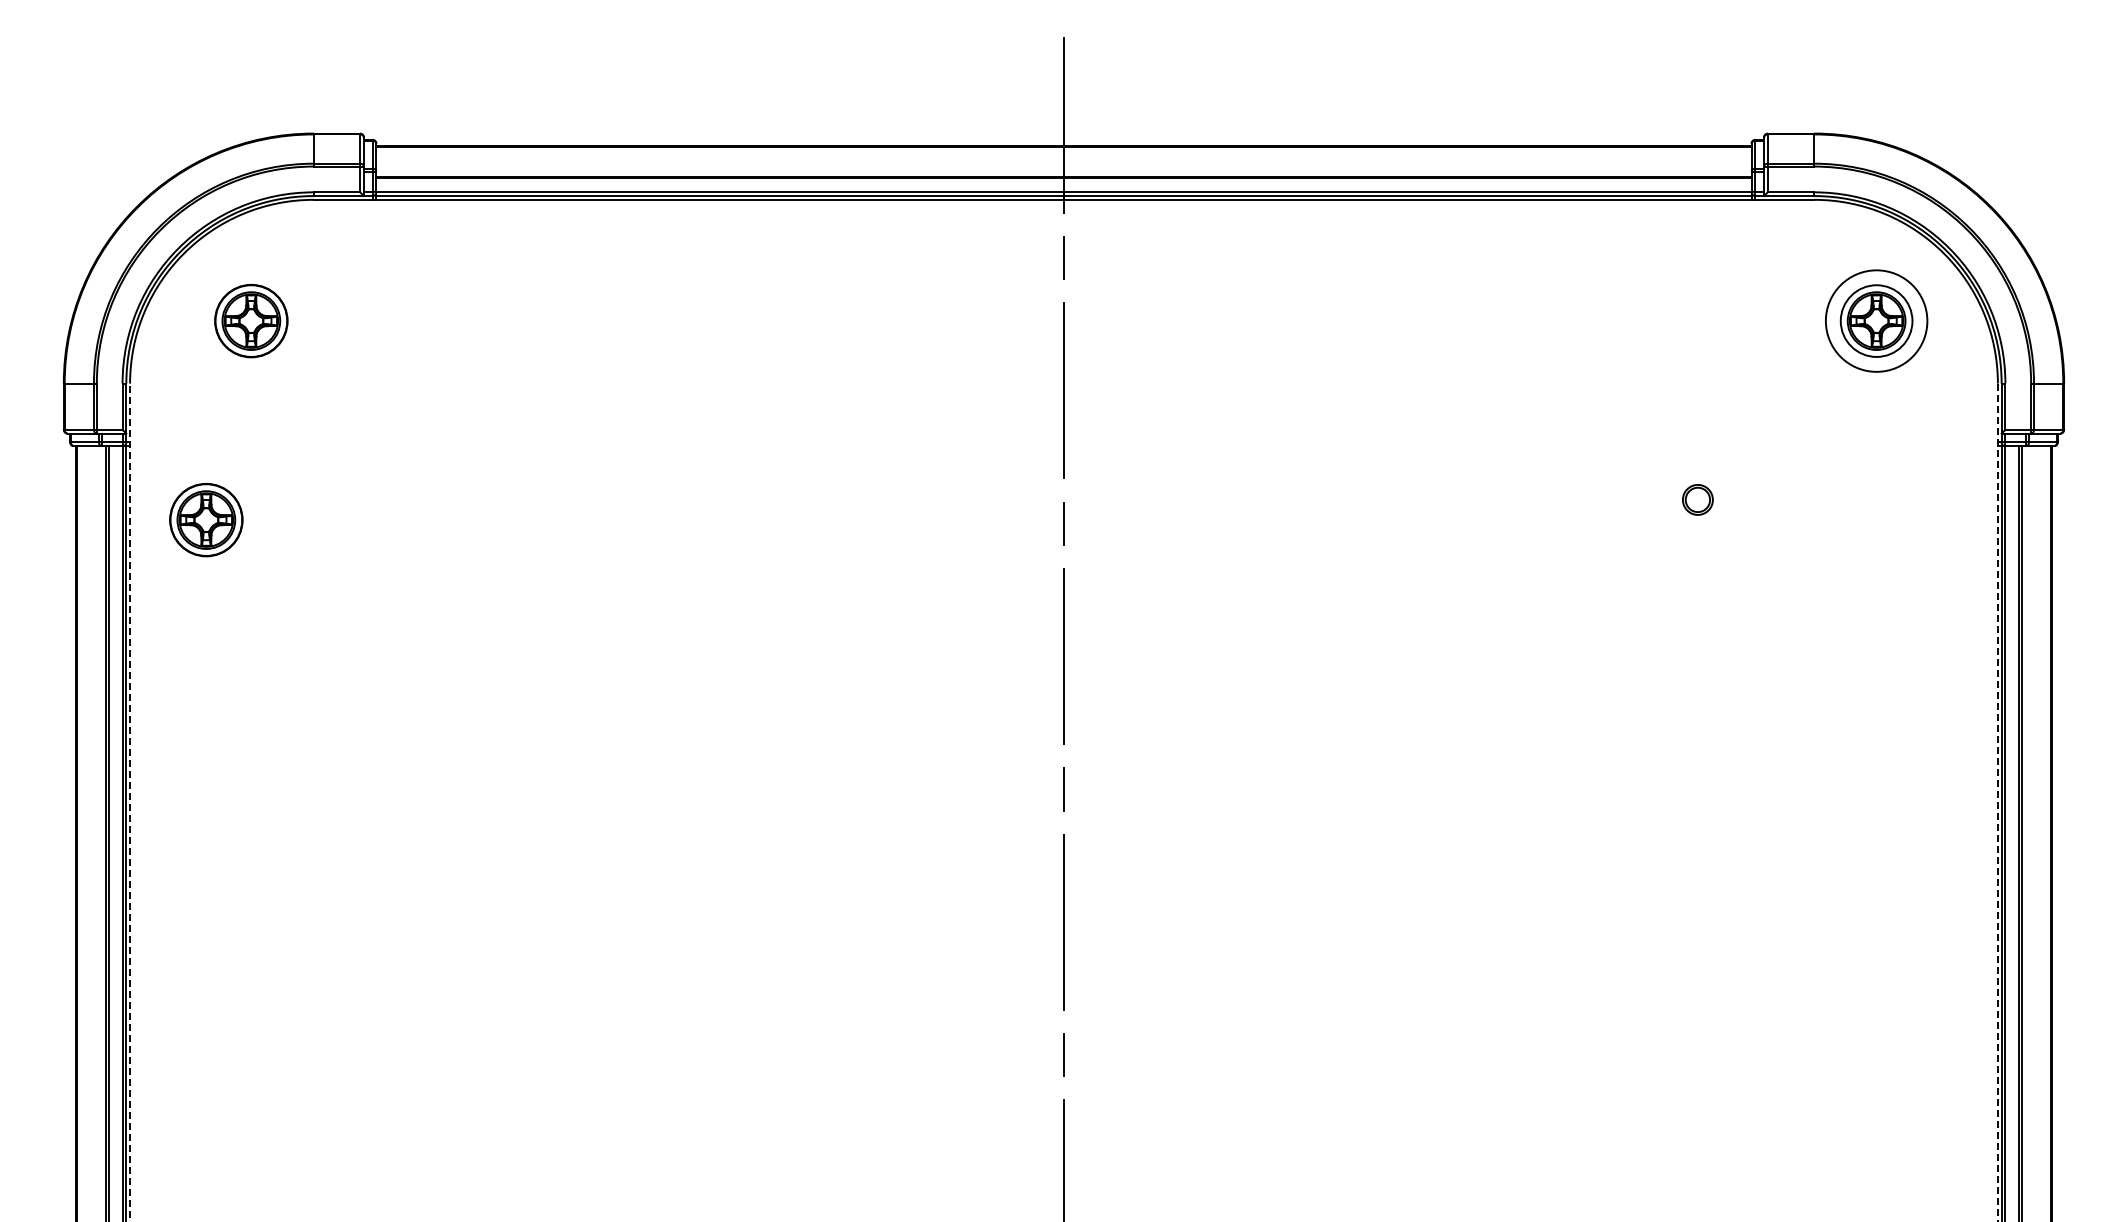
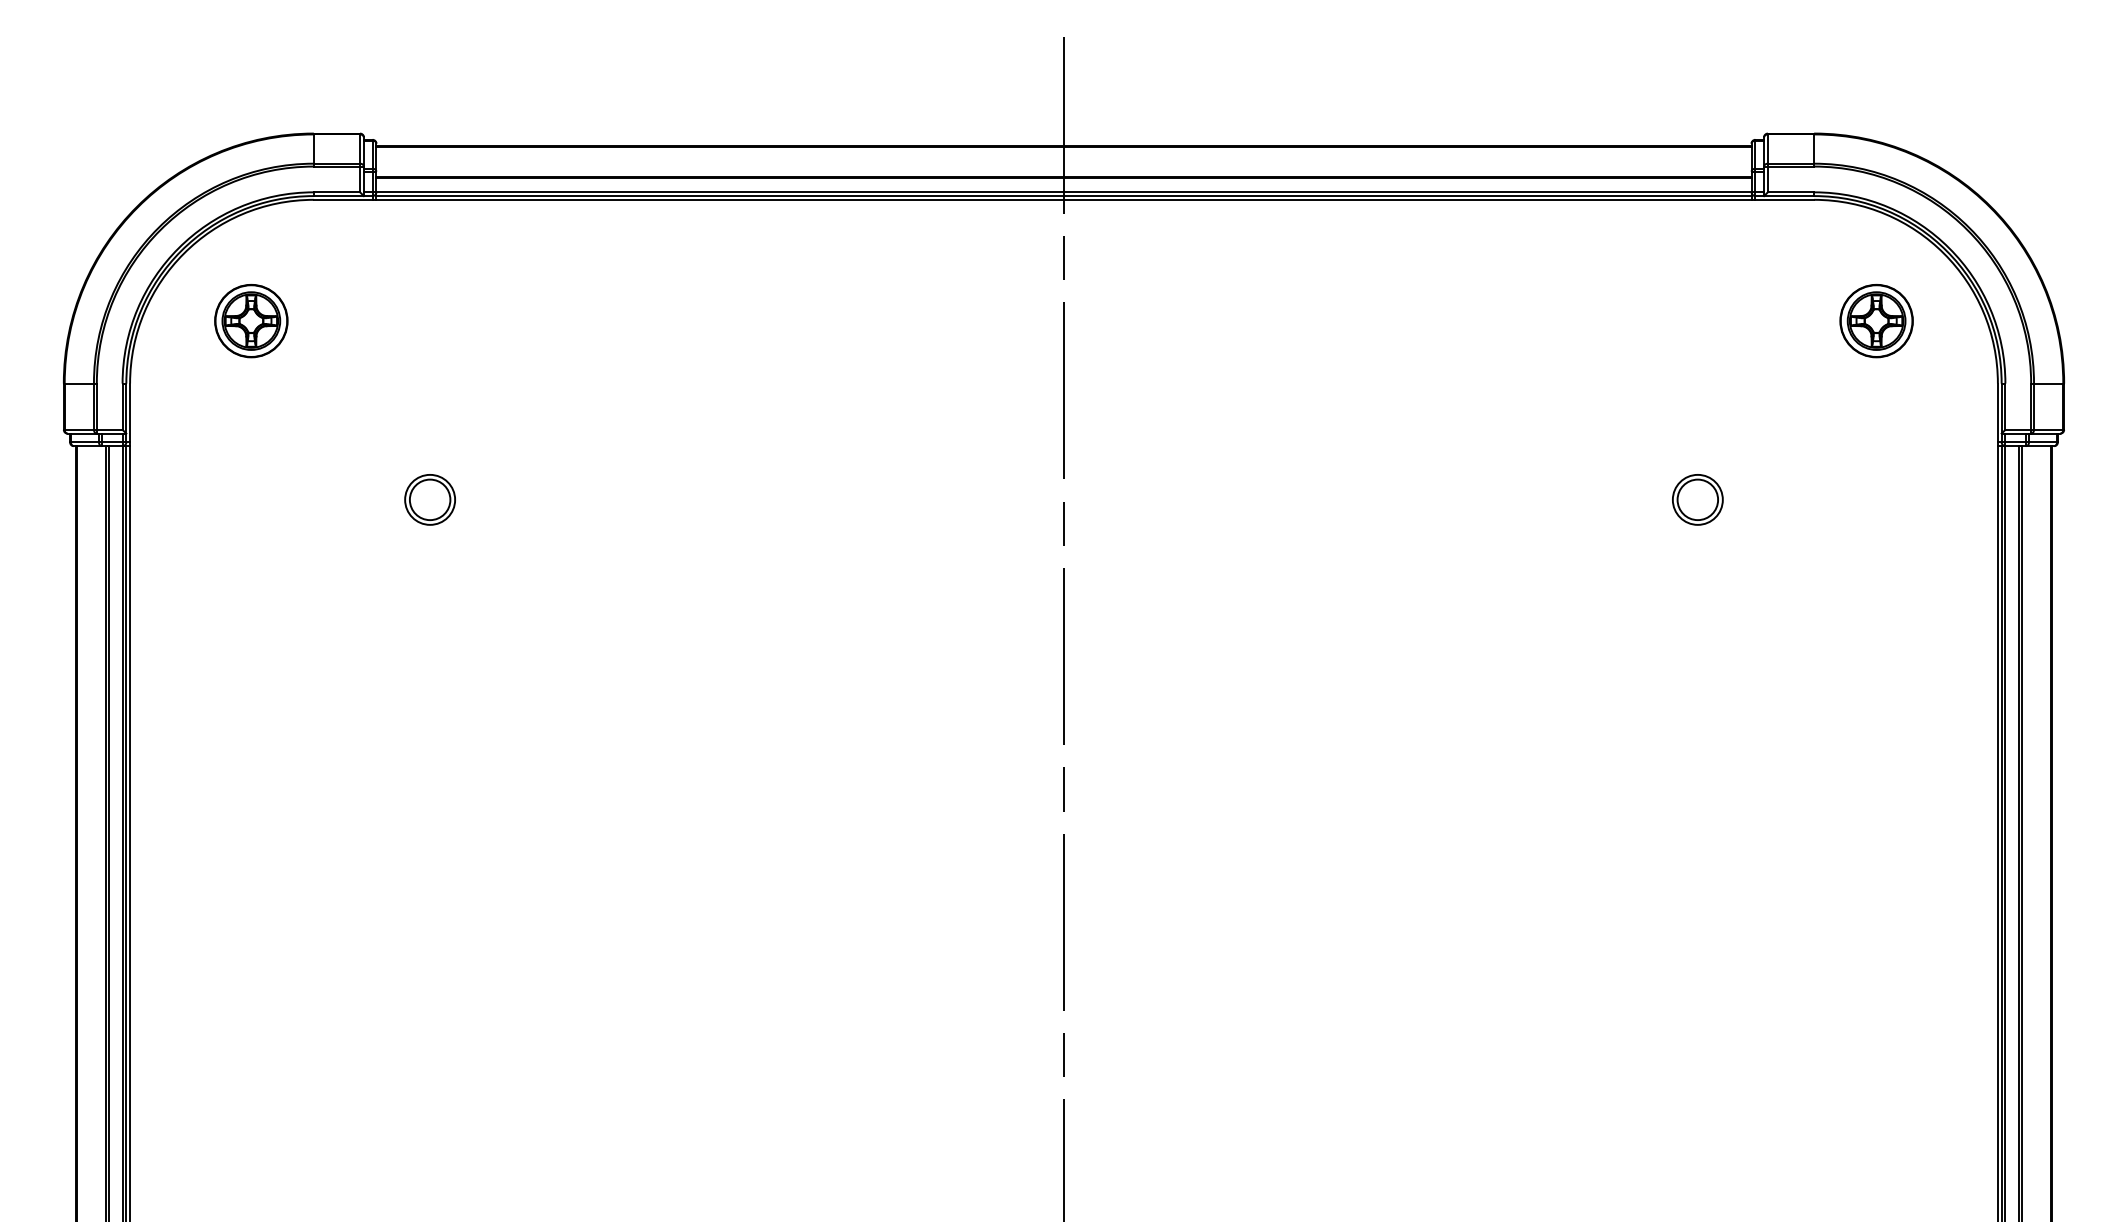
circle at (1876, 320) diameter: 102 px -> 73 px
part at (429, 499): none -> present
part at (1697, 499) size: 32x32 px -> 52x52 px
part at (206, 520): present -> none
line at (130, 802): dashed -> solid
line at (1997, 802): dashed -> solid
